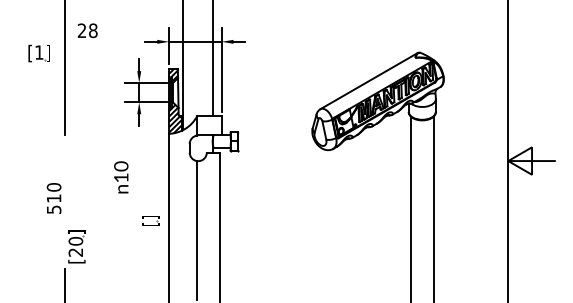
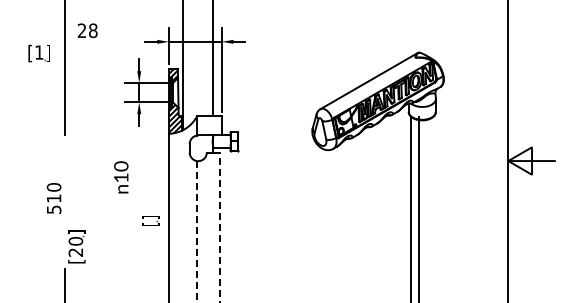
line at (433, 207) position: (433, 207) -> (418, 207)
line at (219, 228): solid -> dashed
line at (197, 230): solid -> dashed
